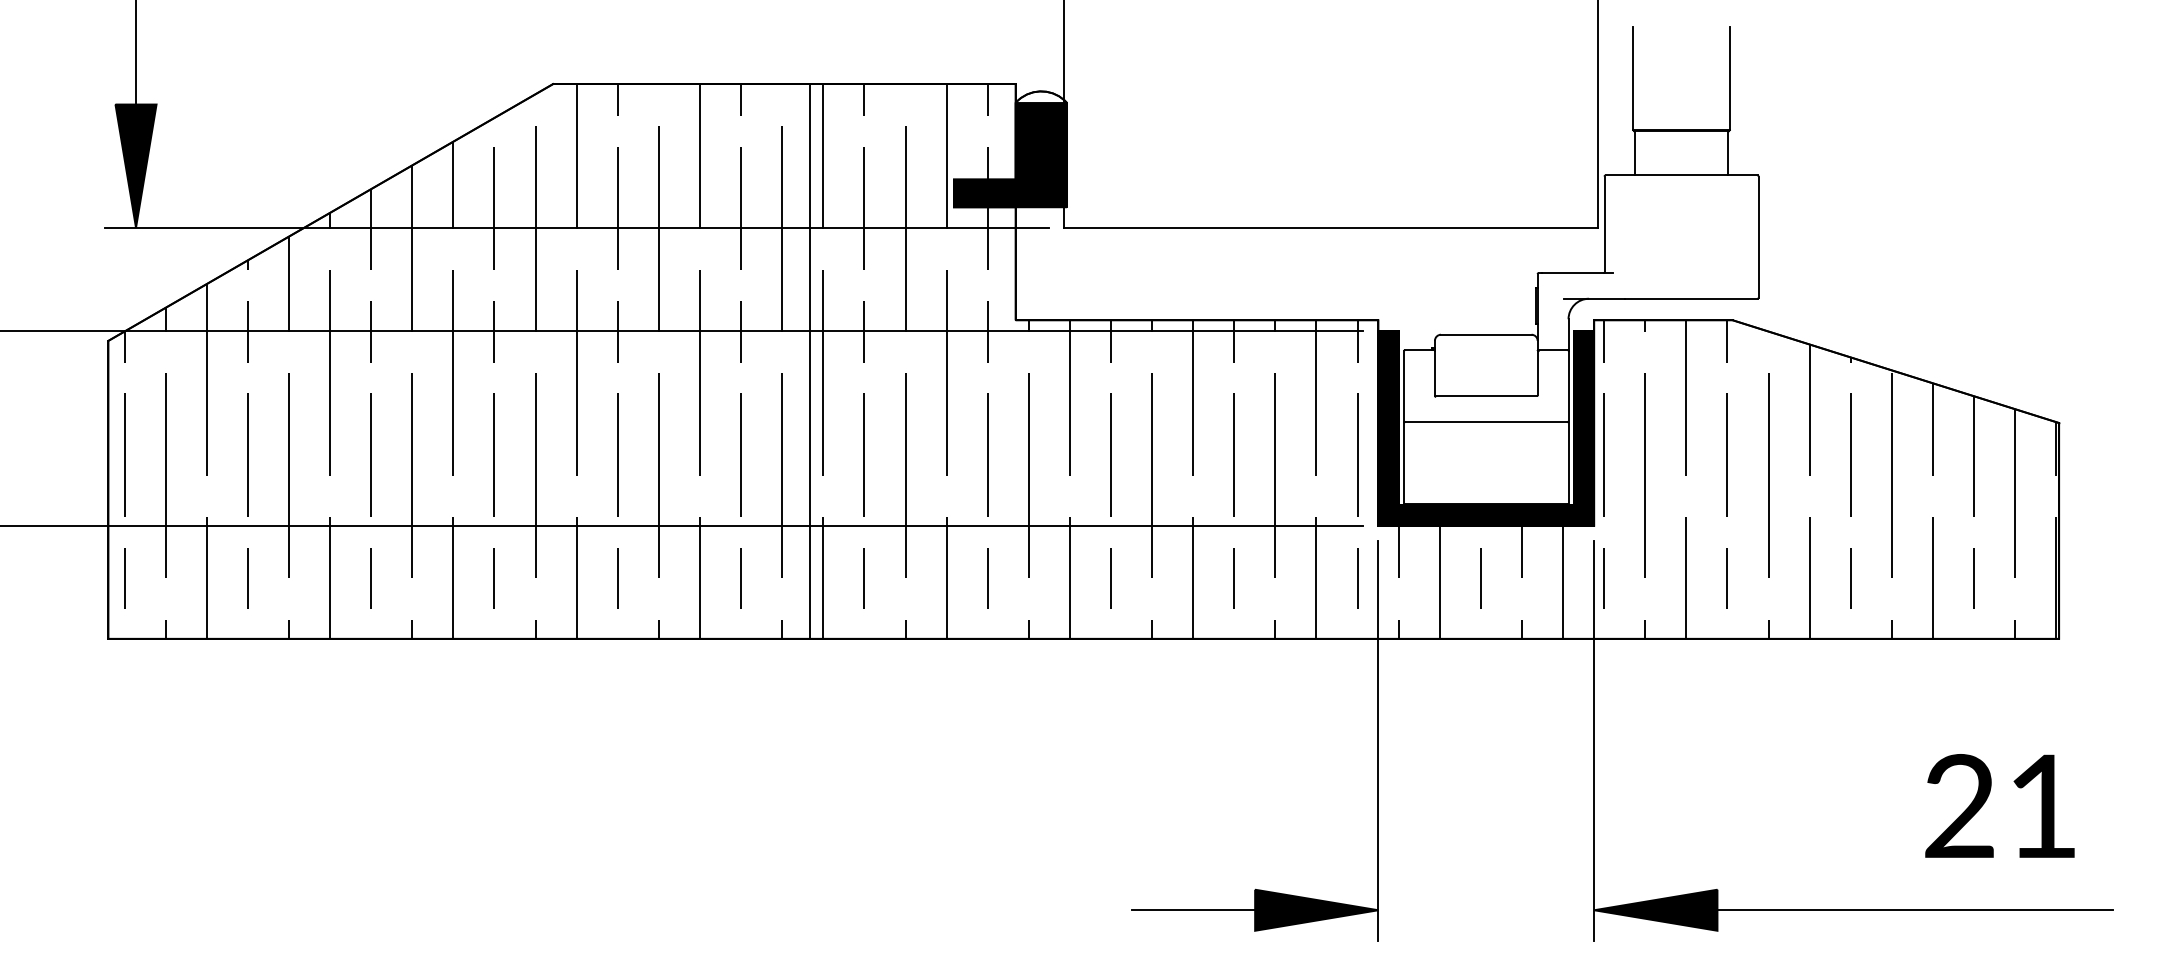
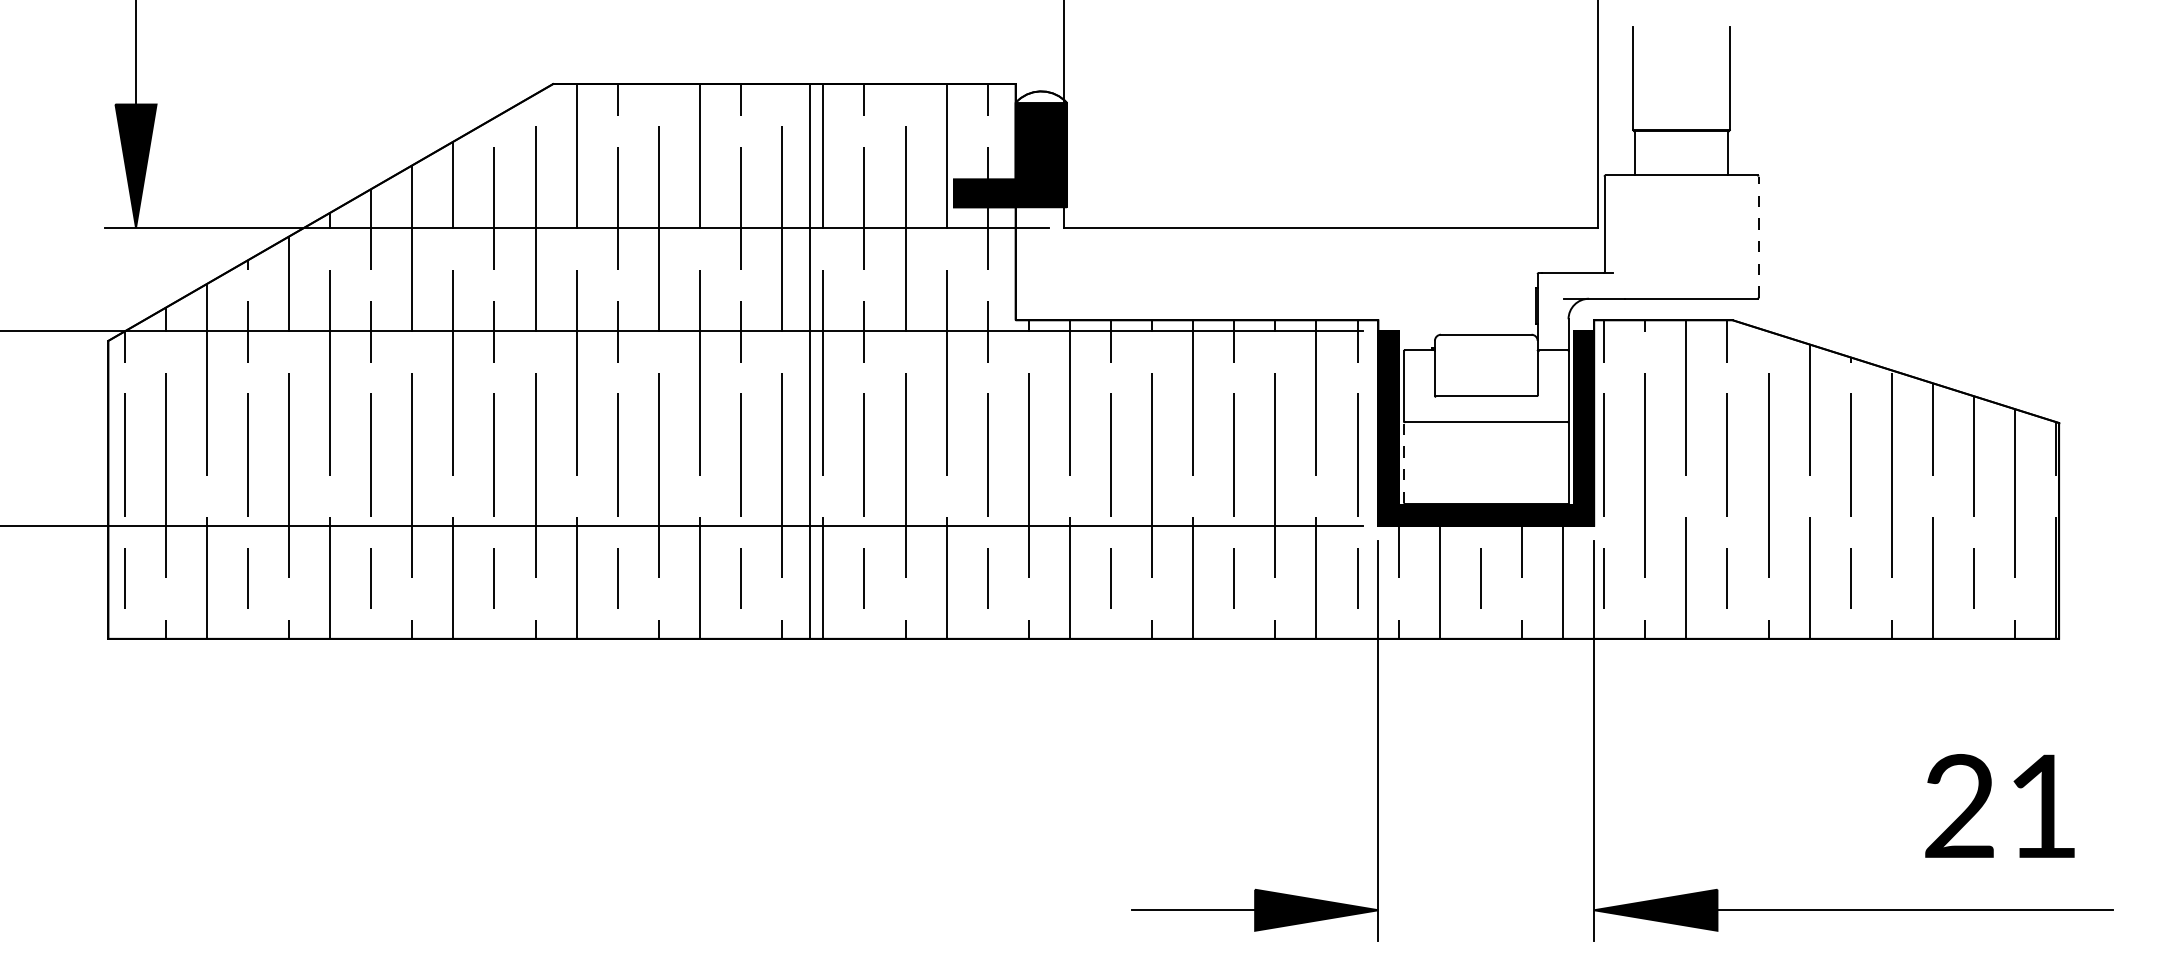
line at (1758, 237): solid -> dashed
line at (1404, 462): solid -> dashed
